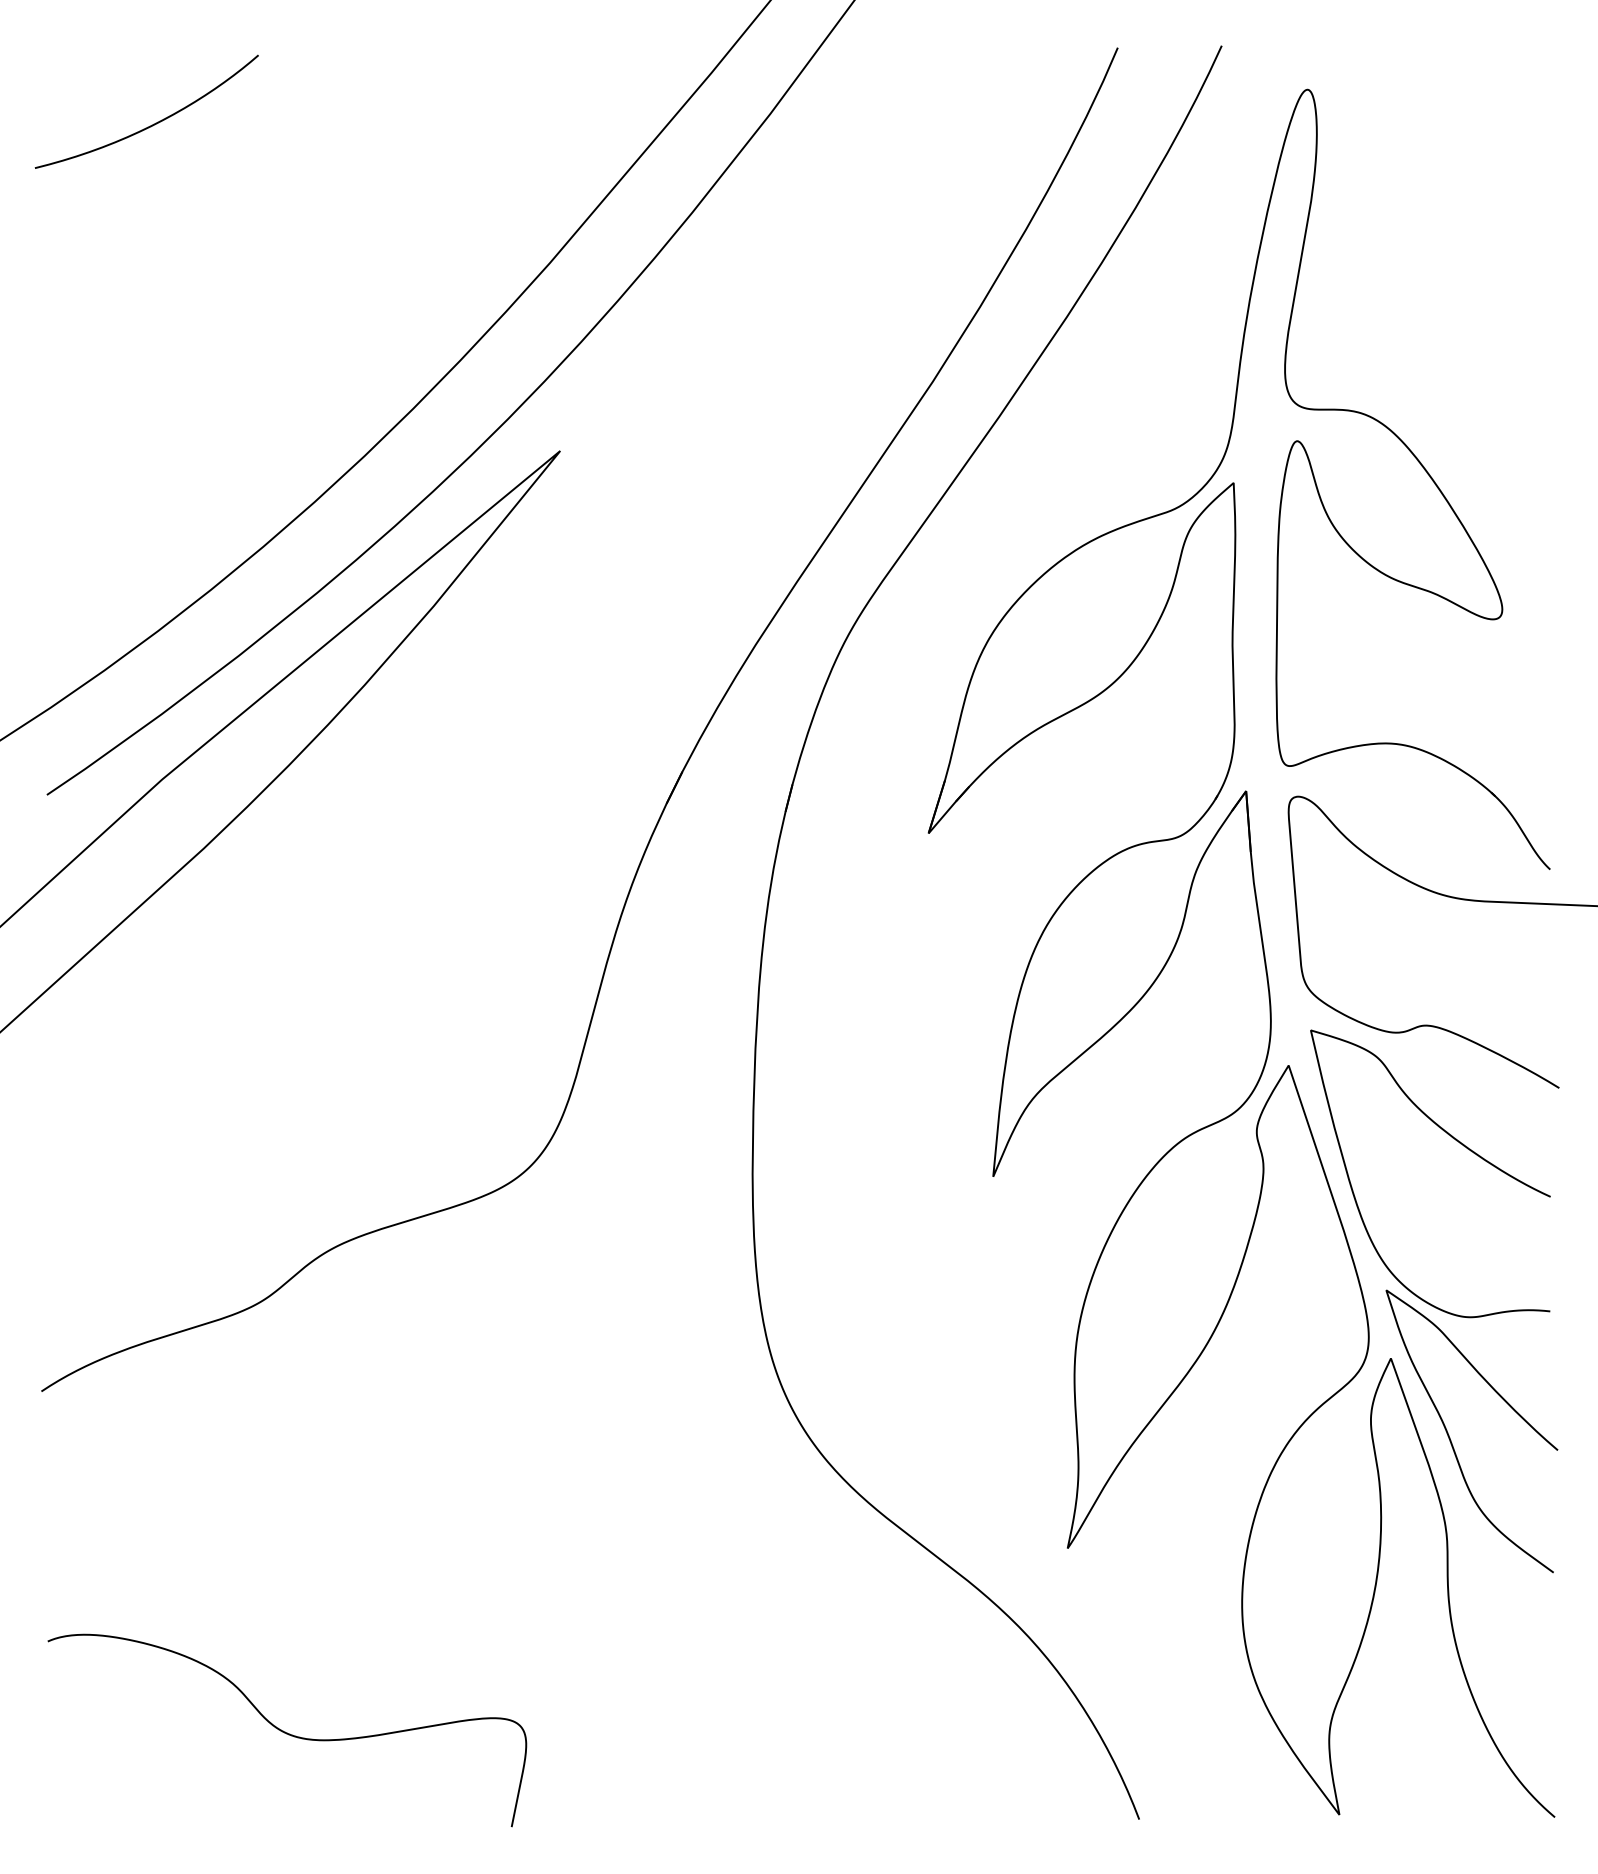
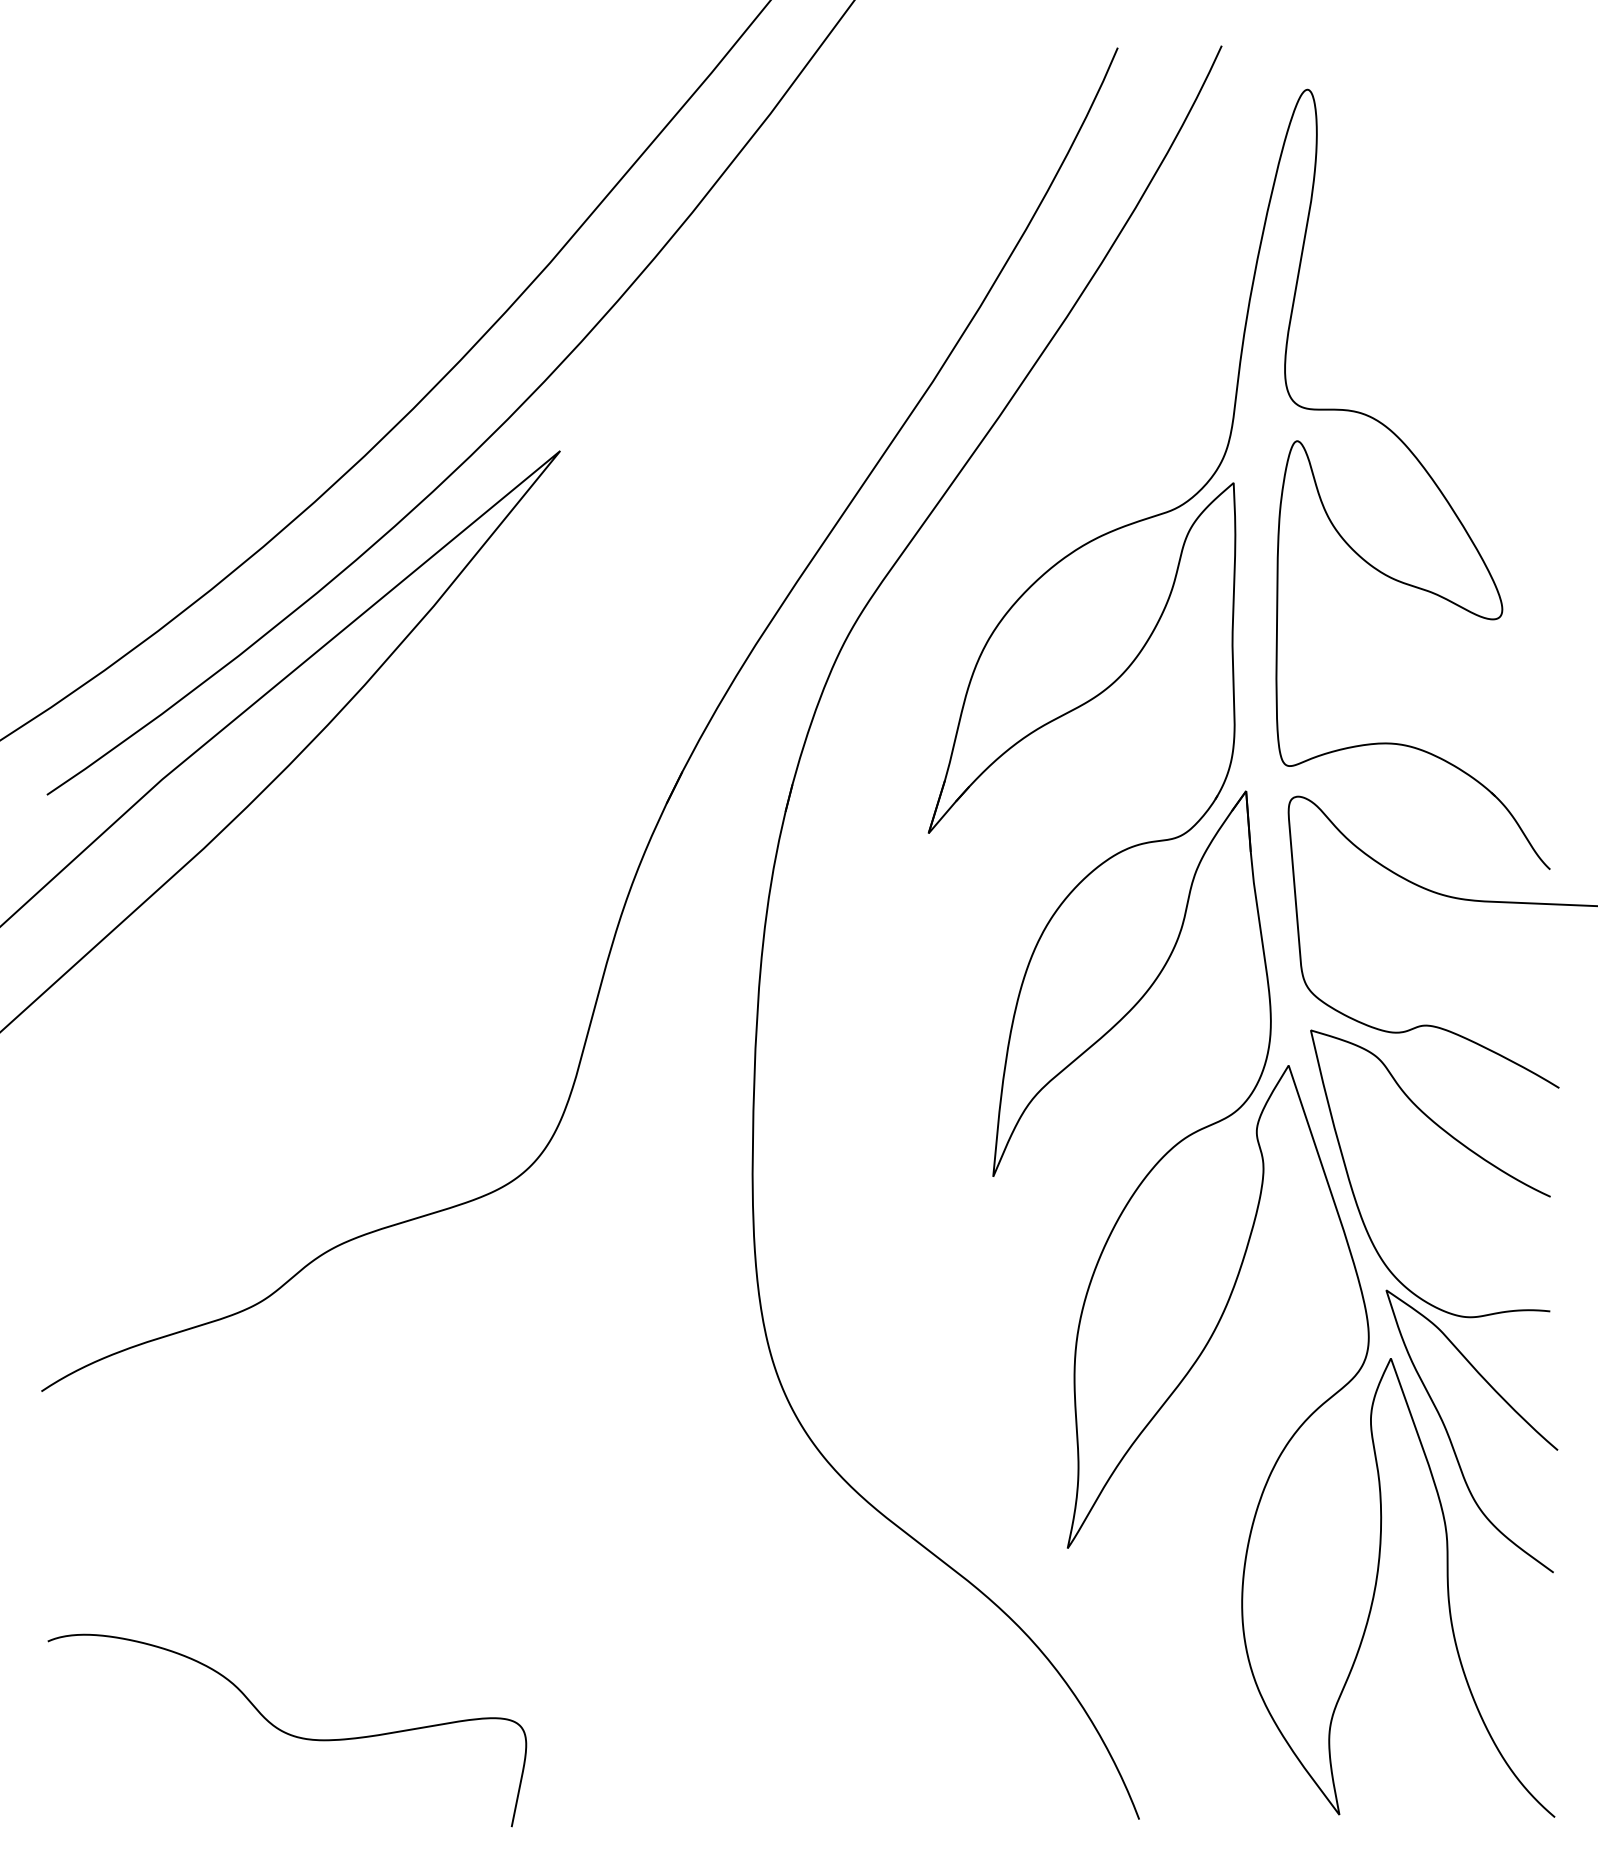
curve at (155, 122): present -> none
